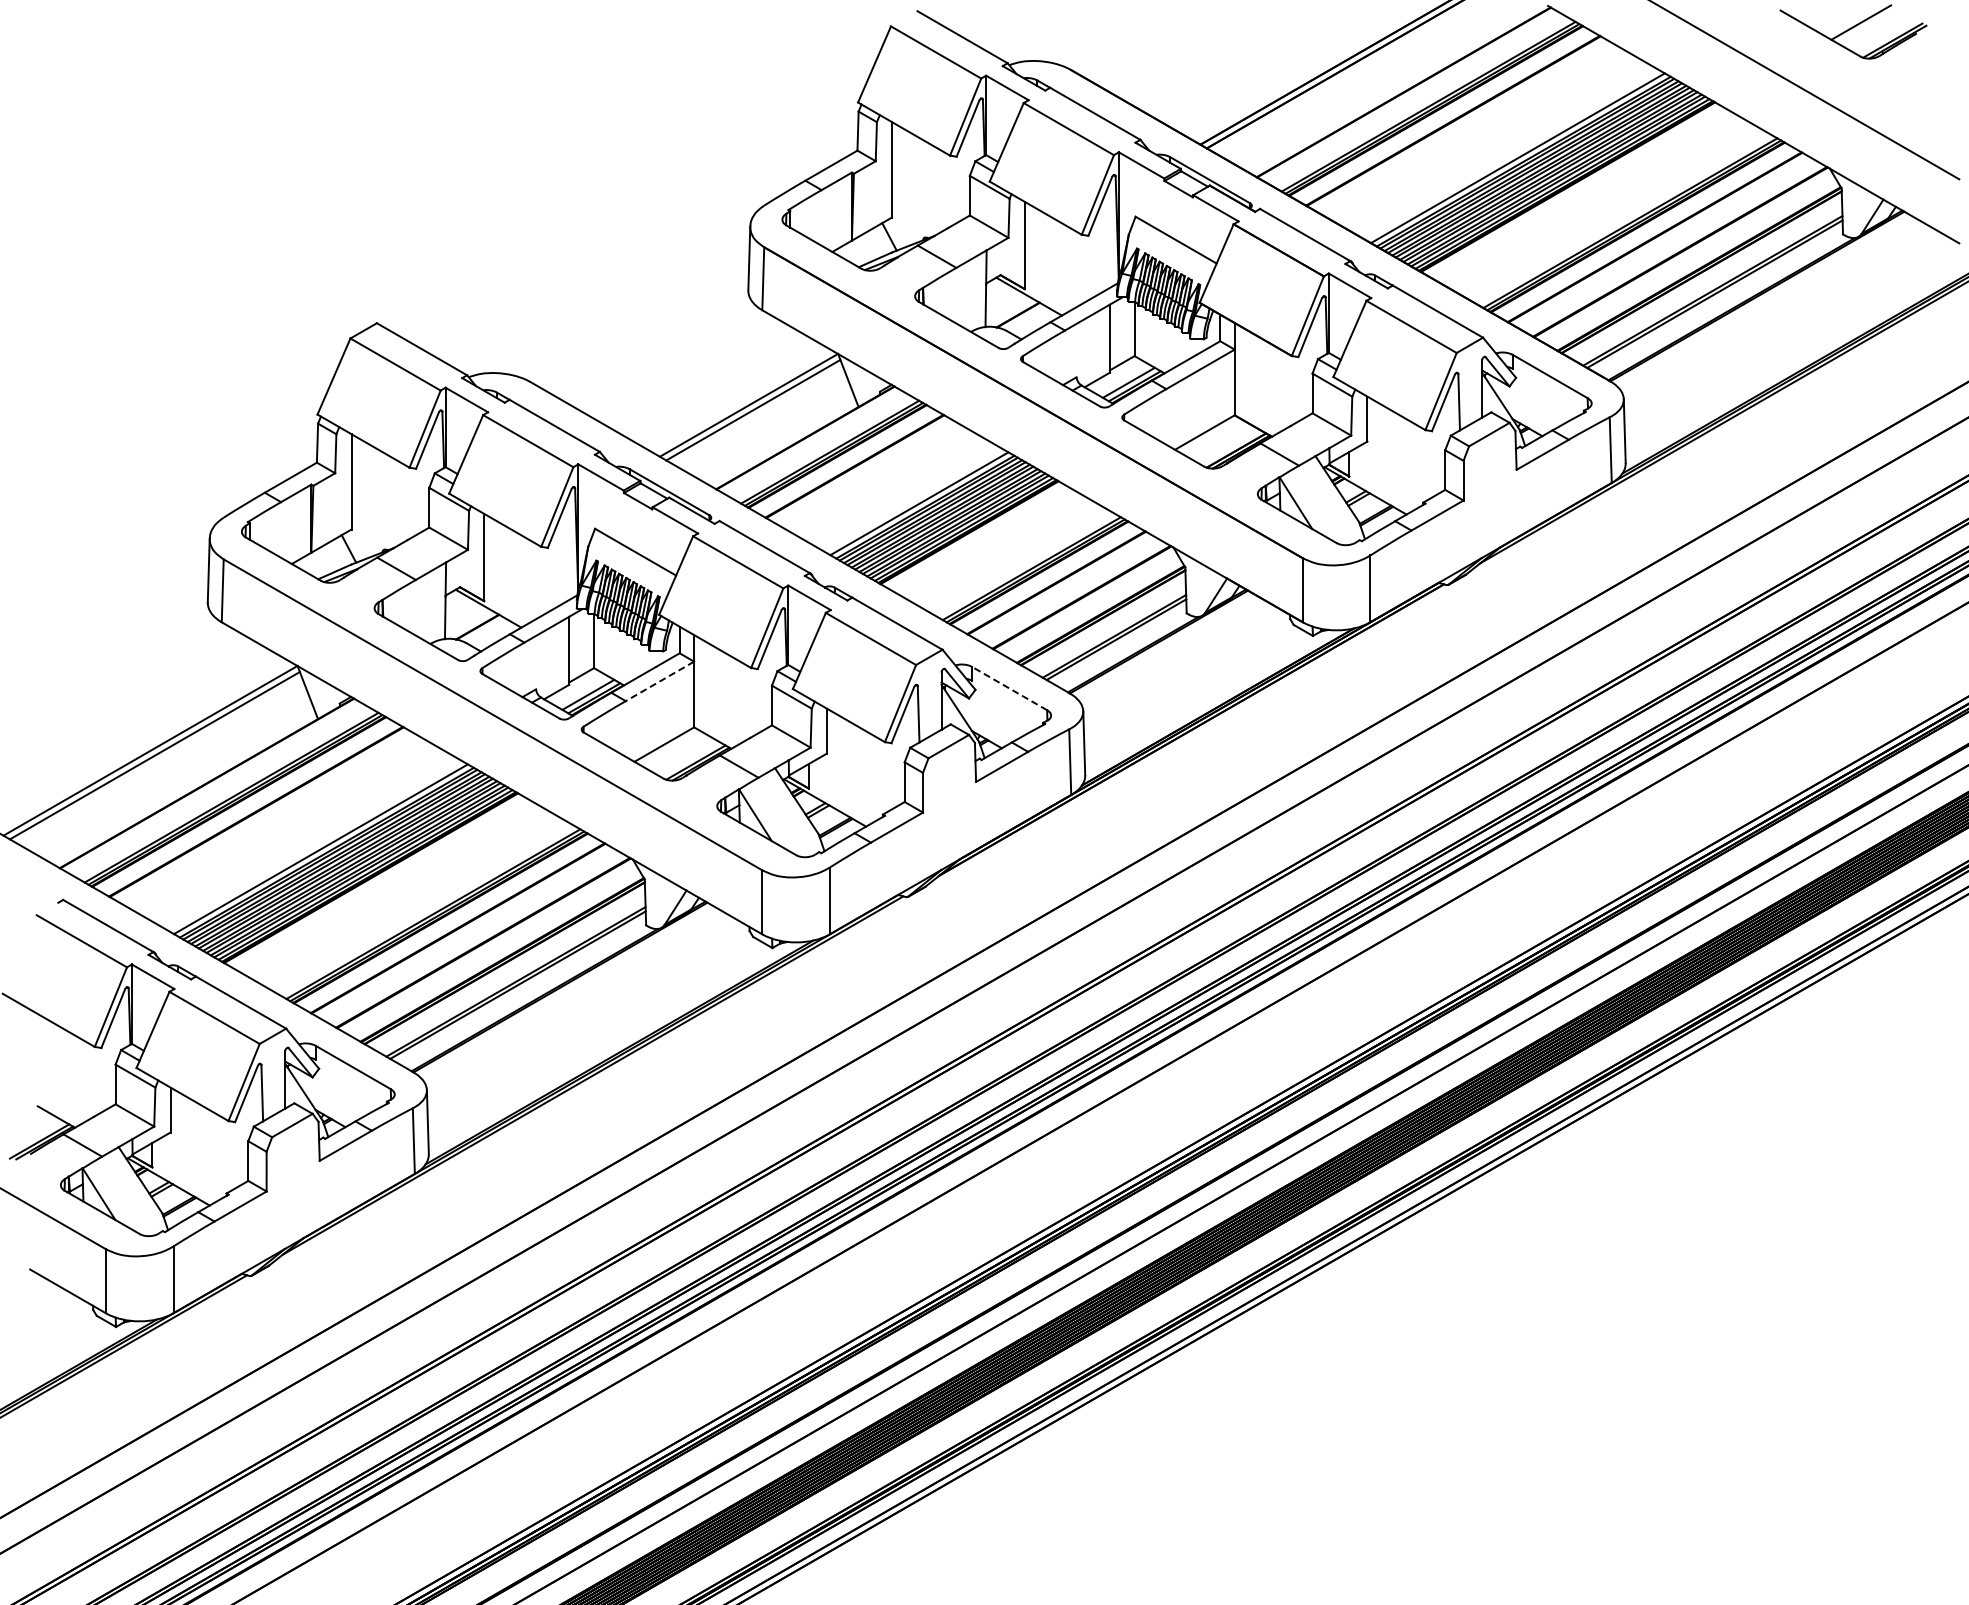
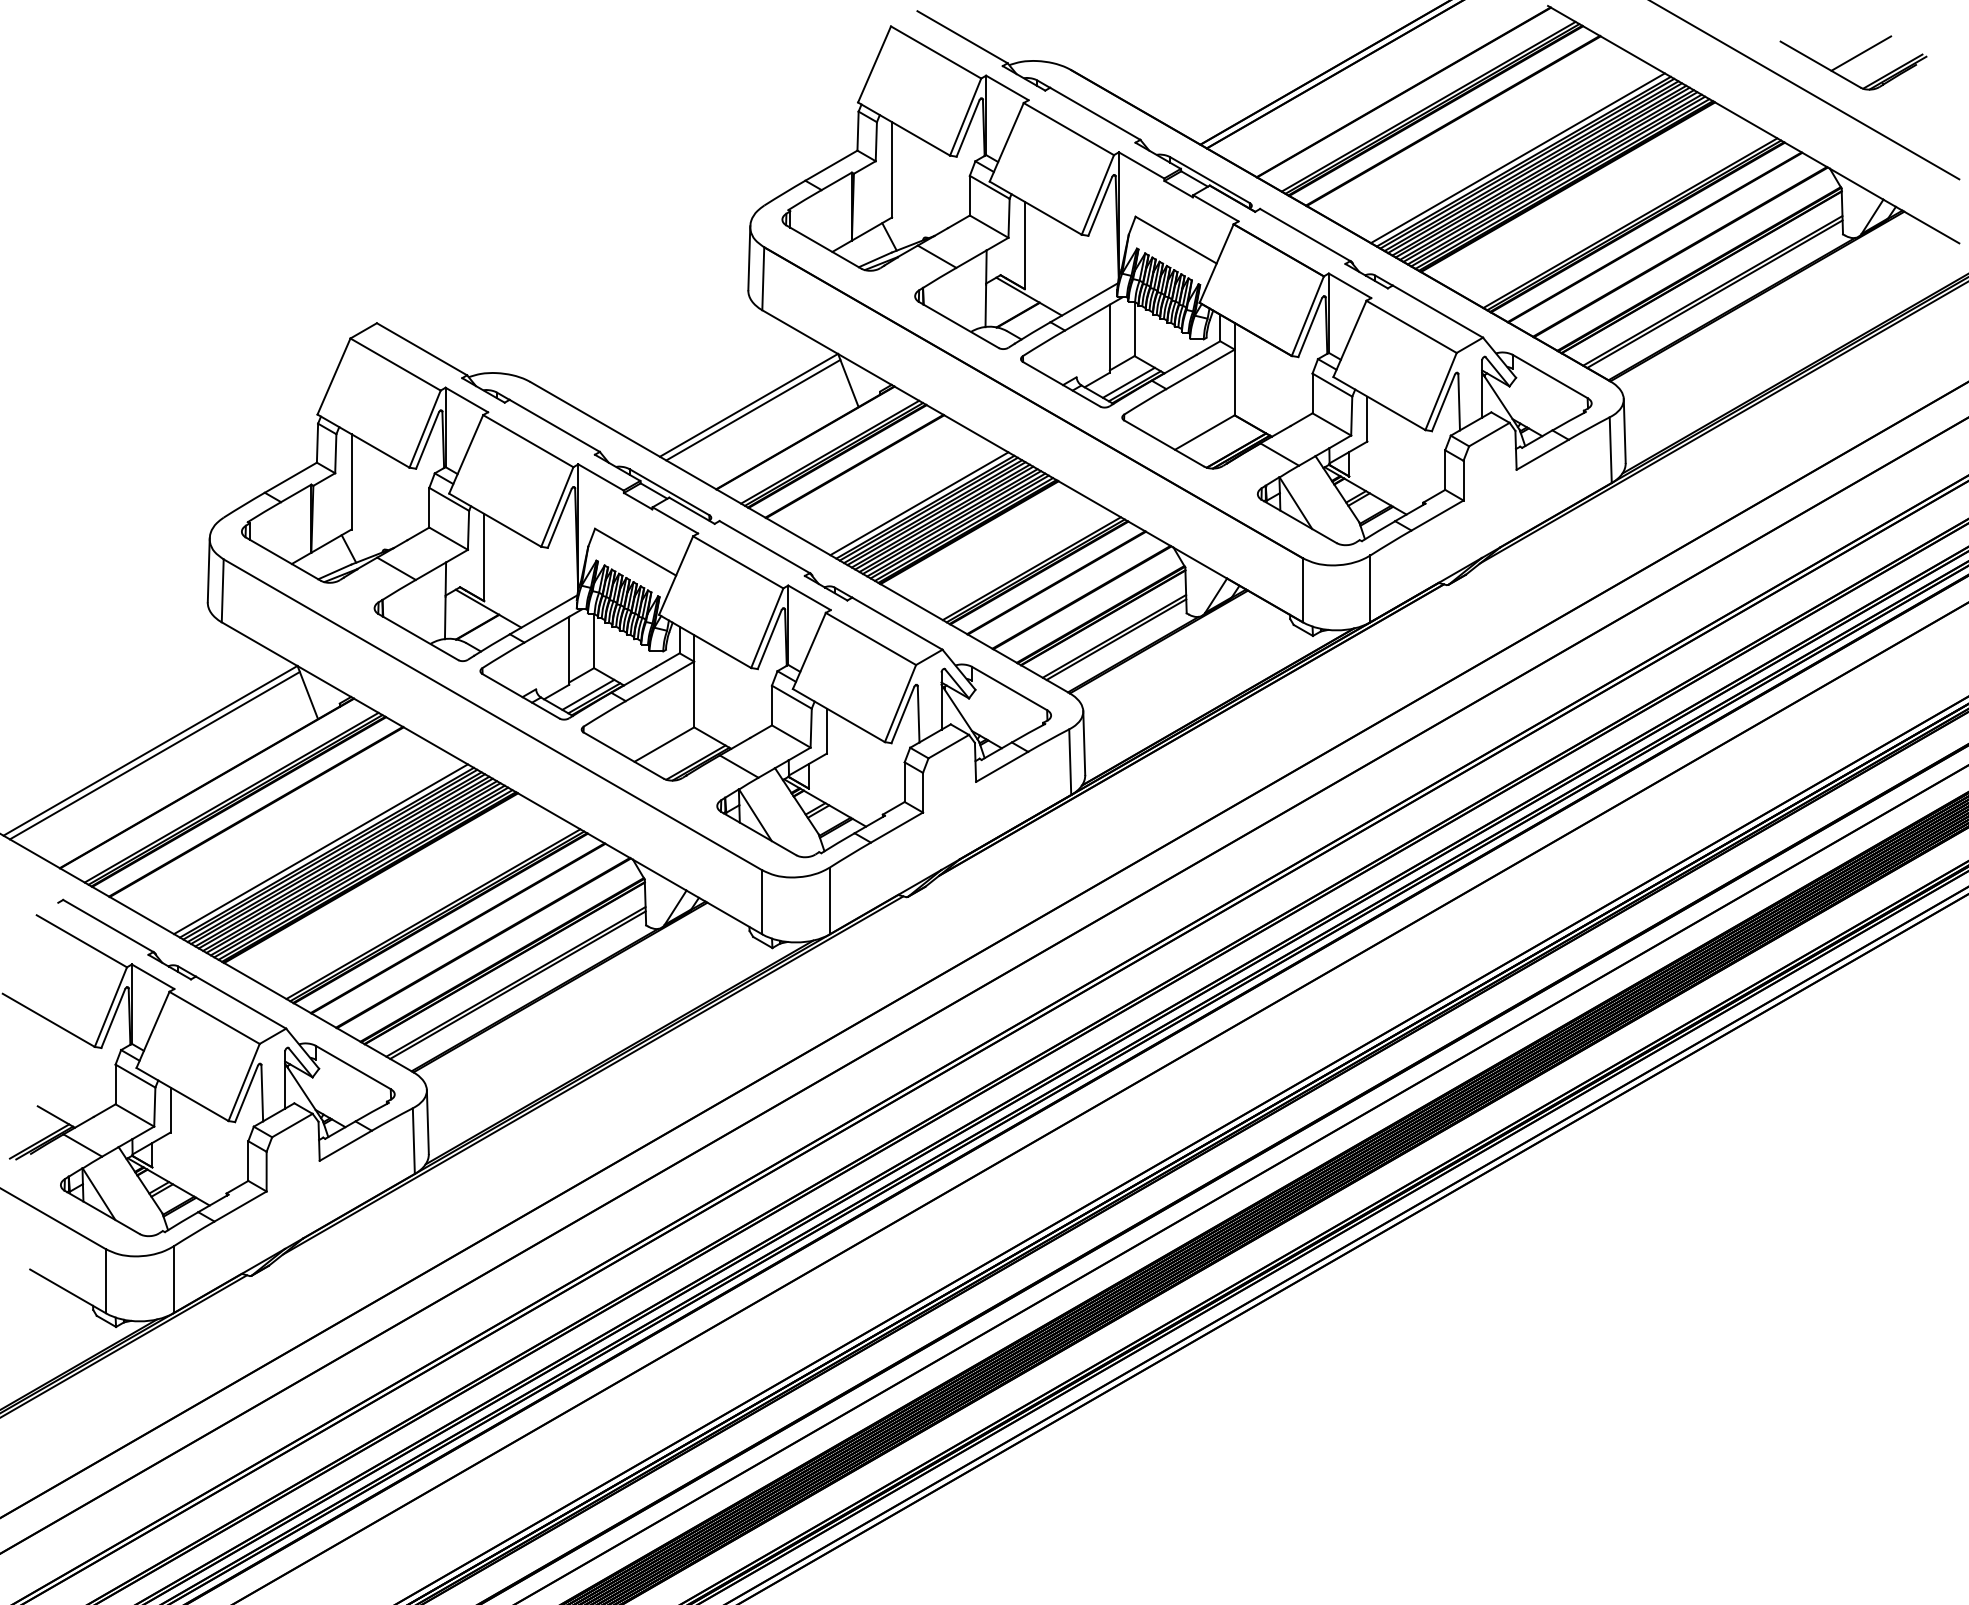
part at (1853, 31) position: (1853, 31) -> (1853, 62)
line at (659, 681): dashed -> solid
line at (1009, 688): dashed -> solid
